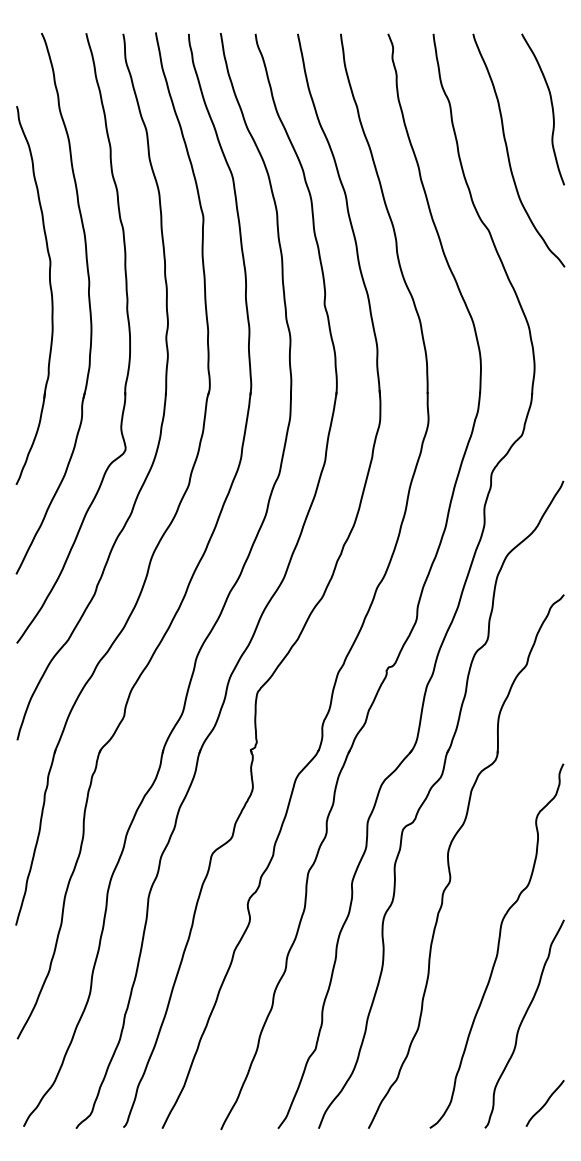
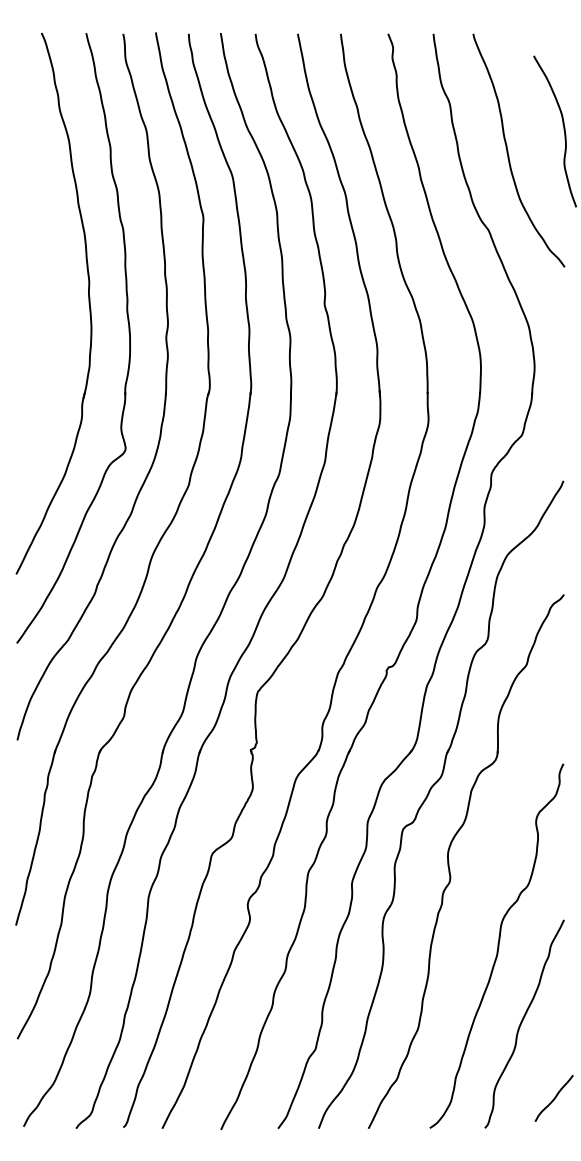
curve at (551, 108) position: (551, 108) -> (563, 130)
part at (50, 293): present -> none
curve at (544, 1103) position: (544, 1103) -> (553, 1098)
